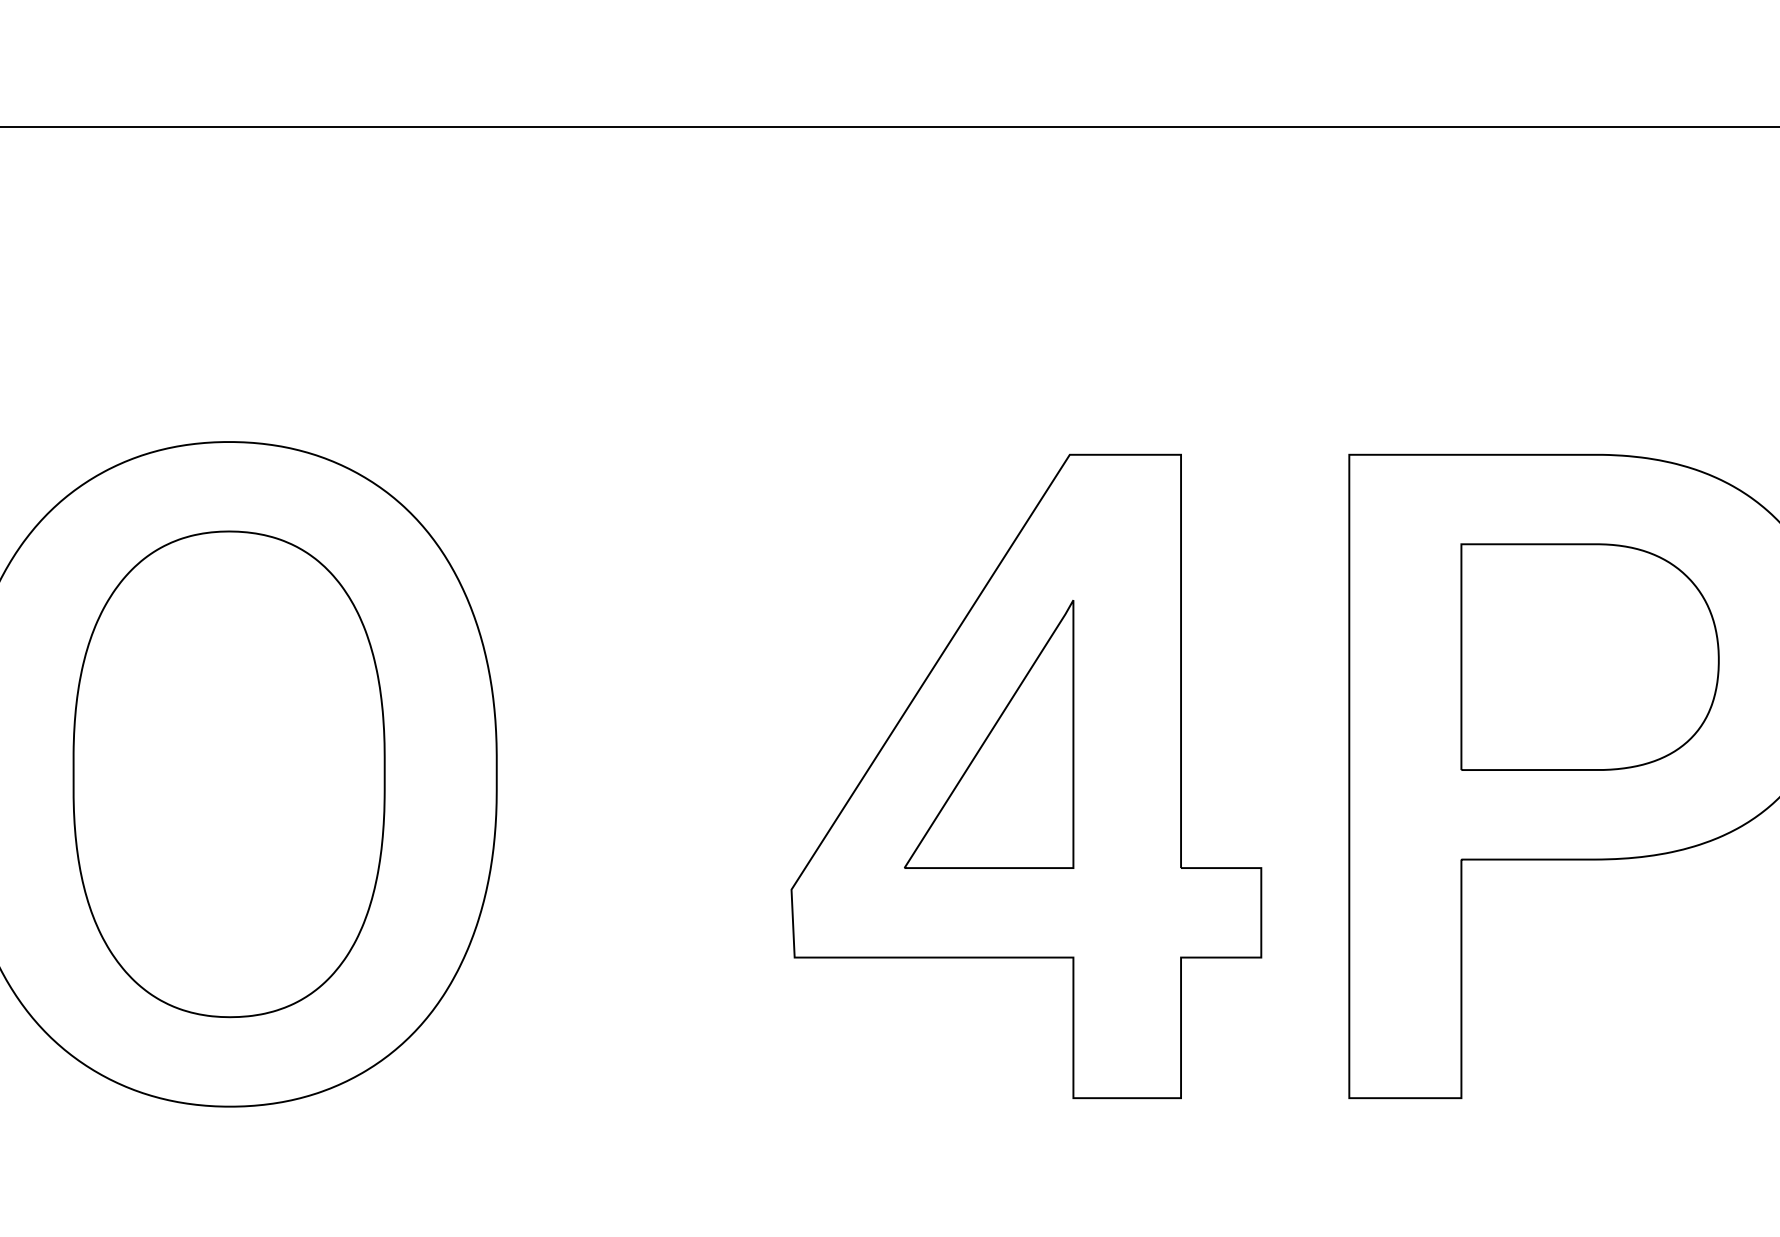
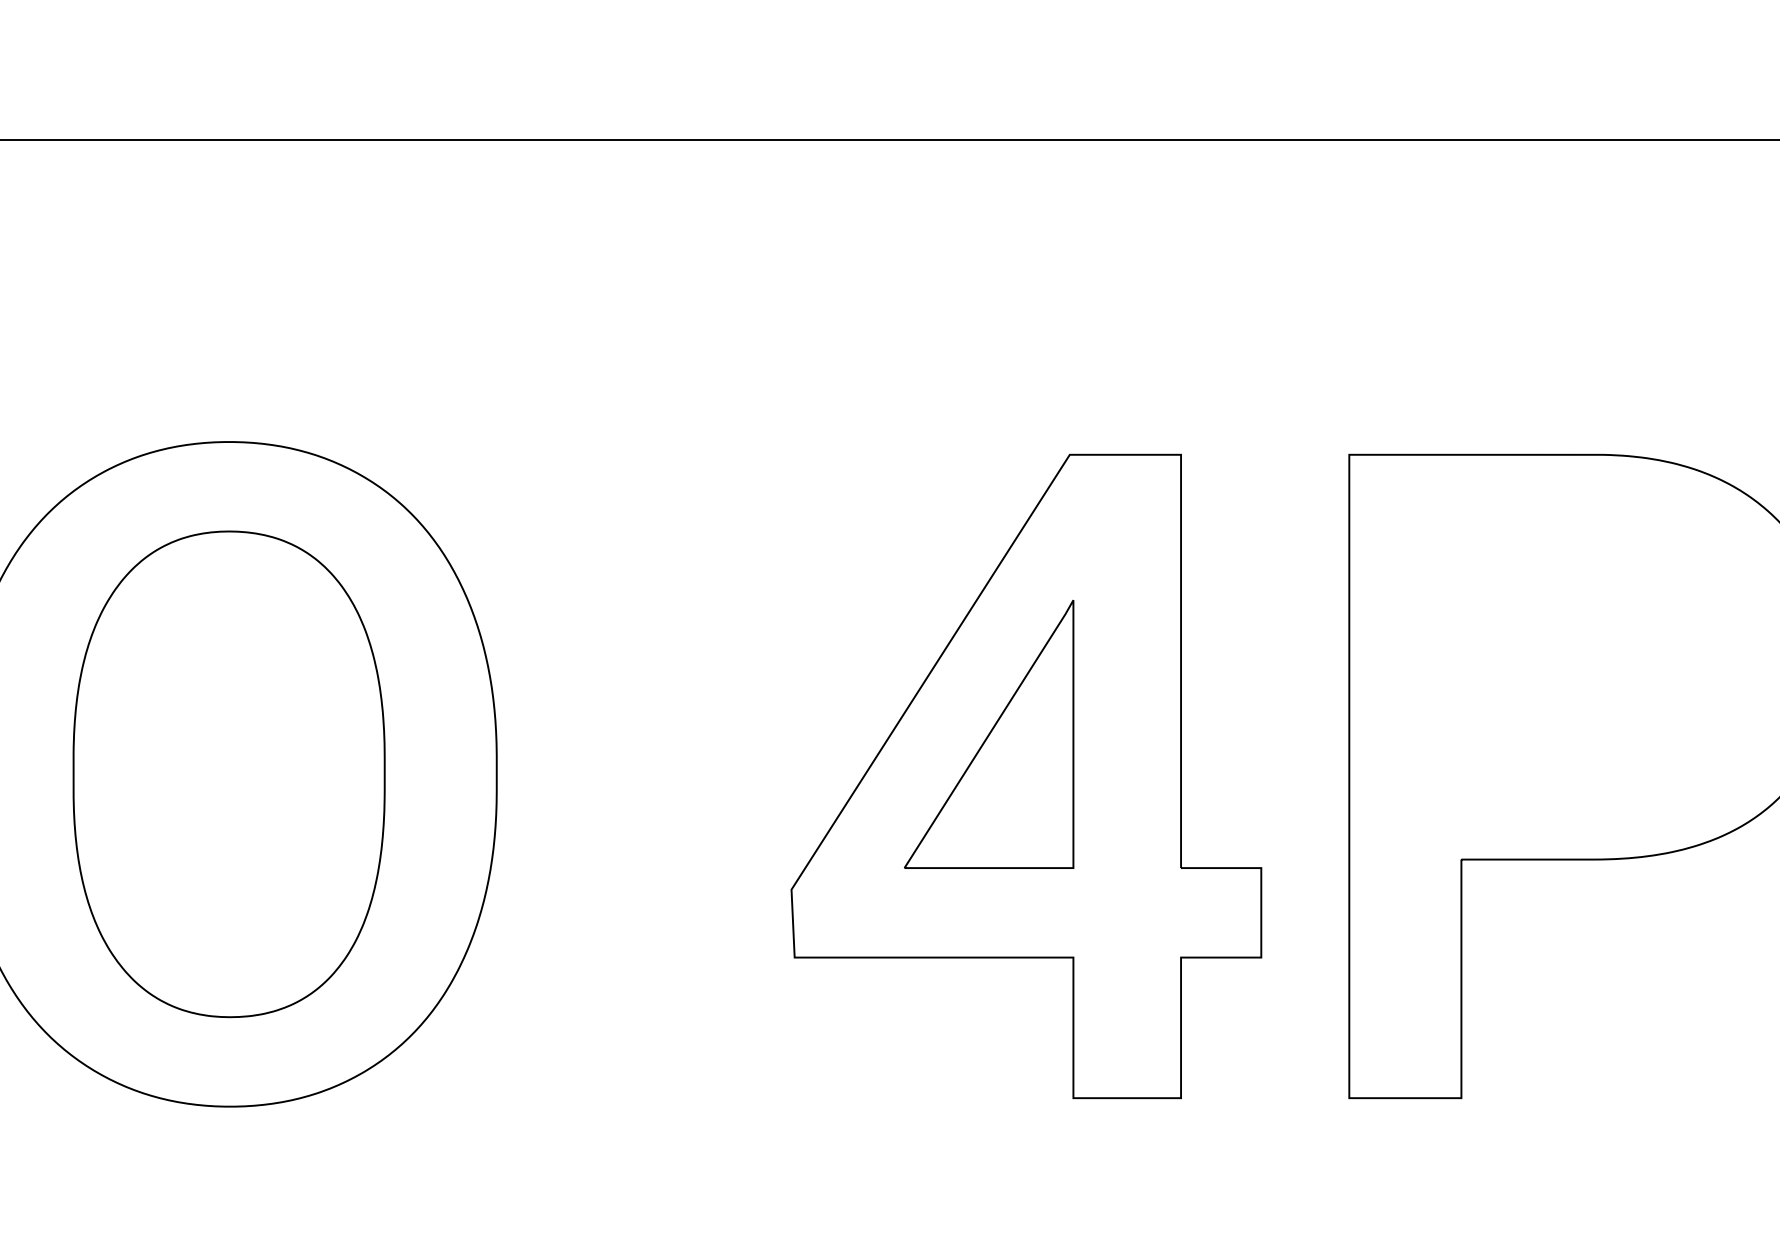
line at (889, 126) position: (889, 126) -> (889, 139)
part at (1589, 656): present -> none
